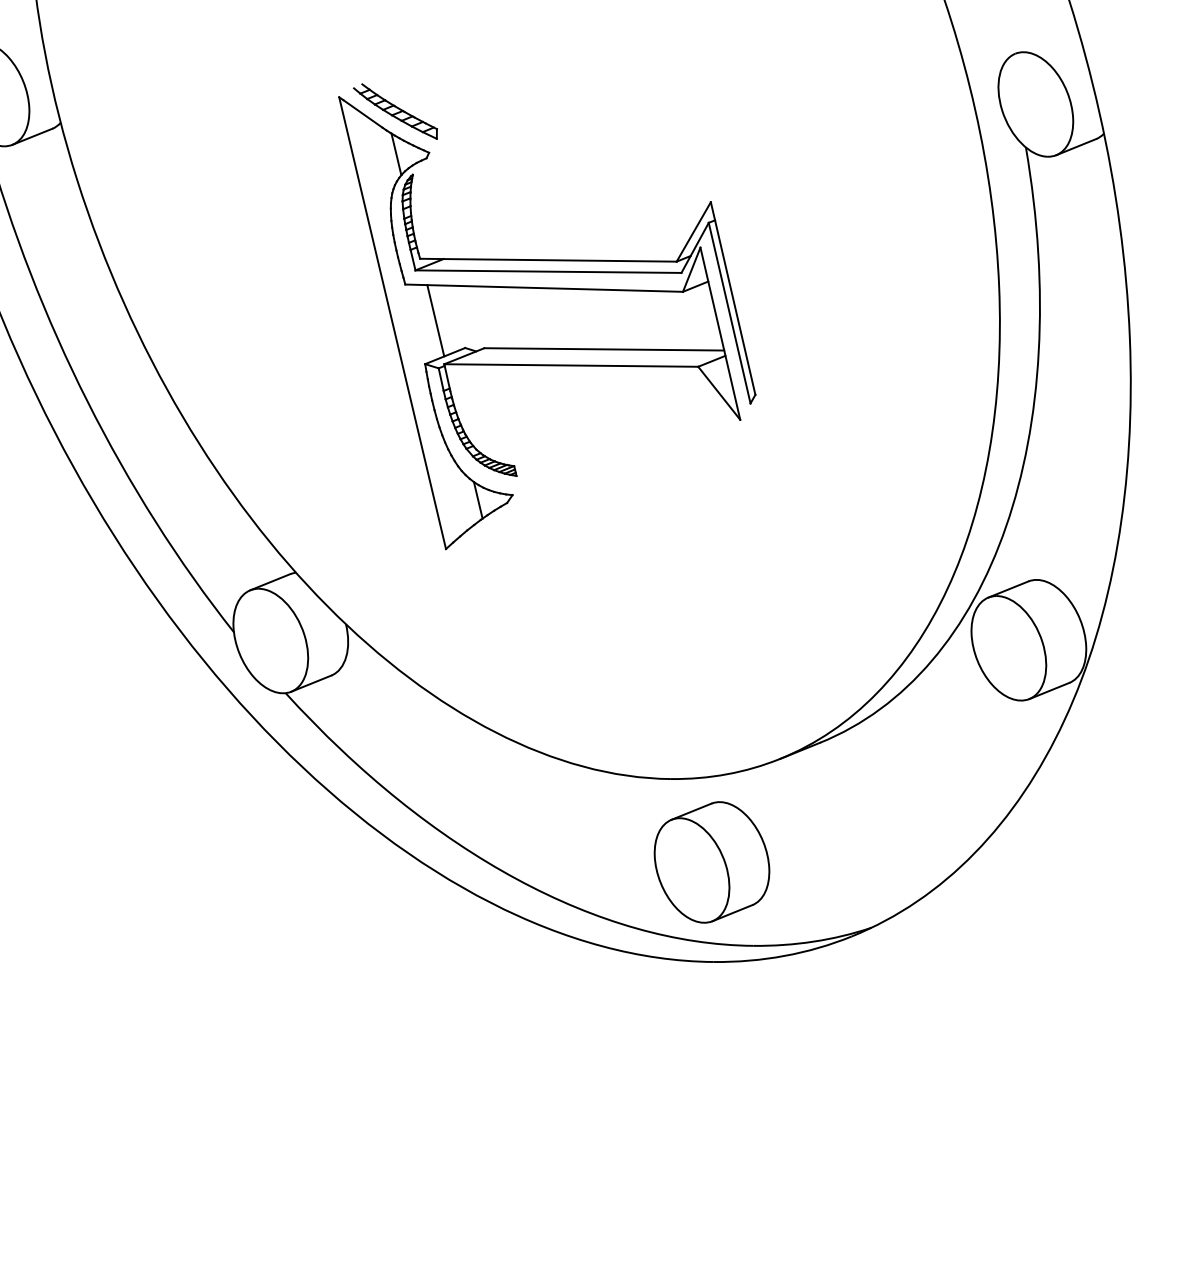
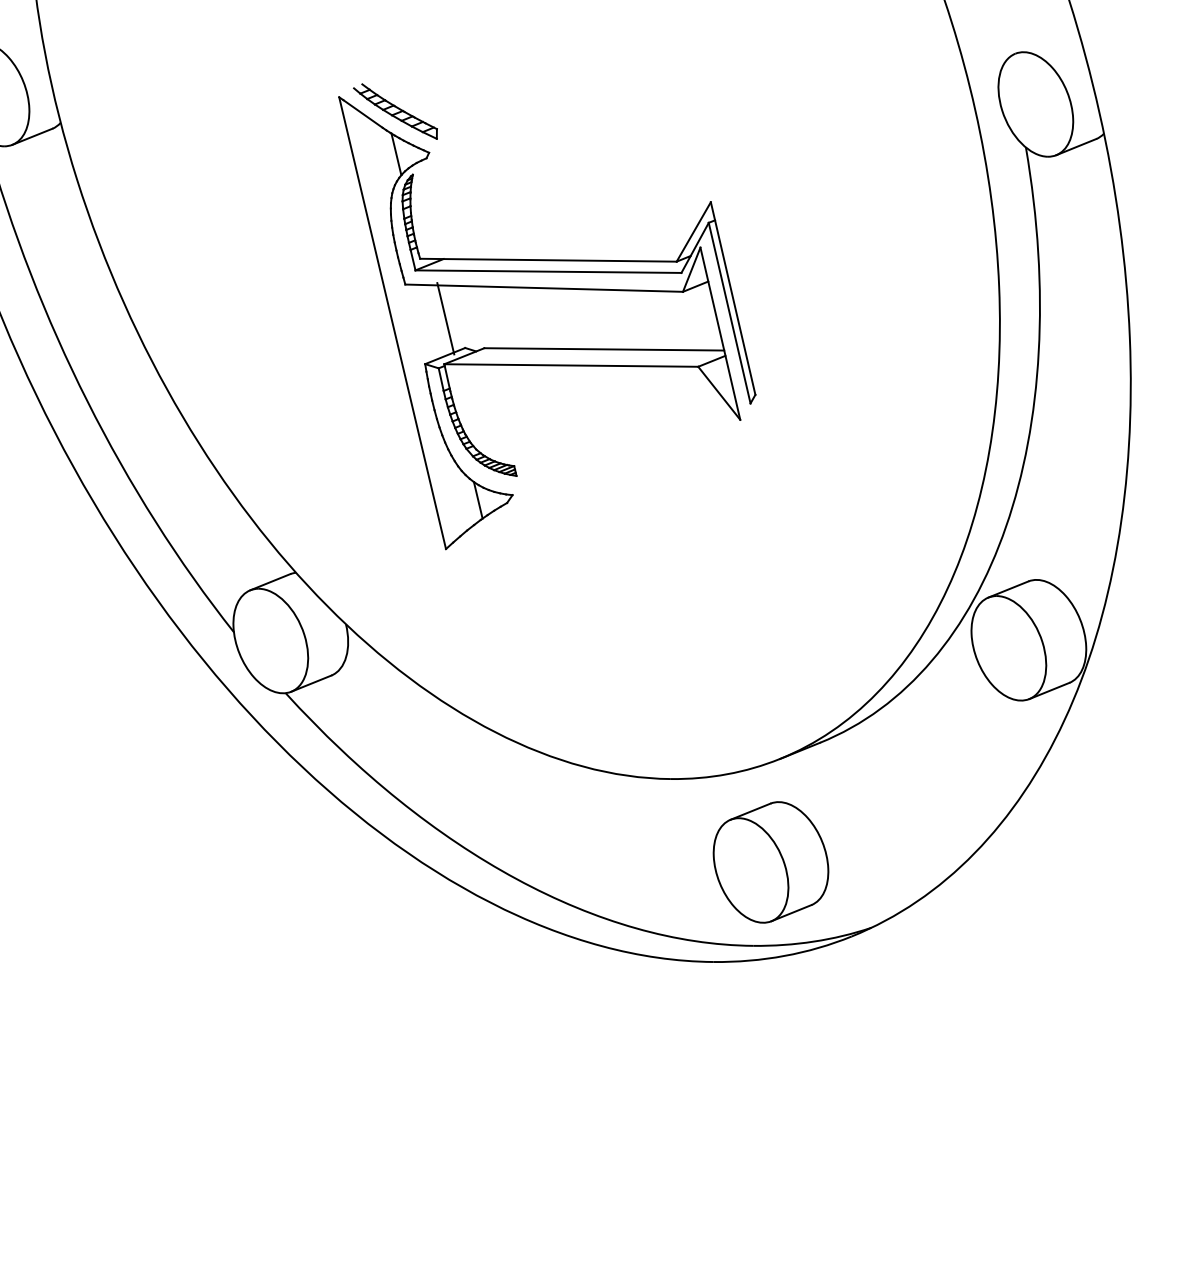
line at (435, 320) position: (435, 320) -> (445, 318)
part at (711, 862) position: (711, 862) -> (770, 862)
